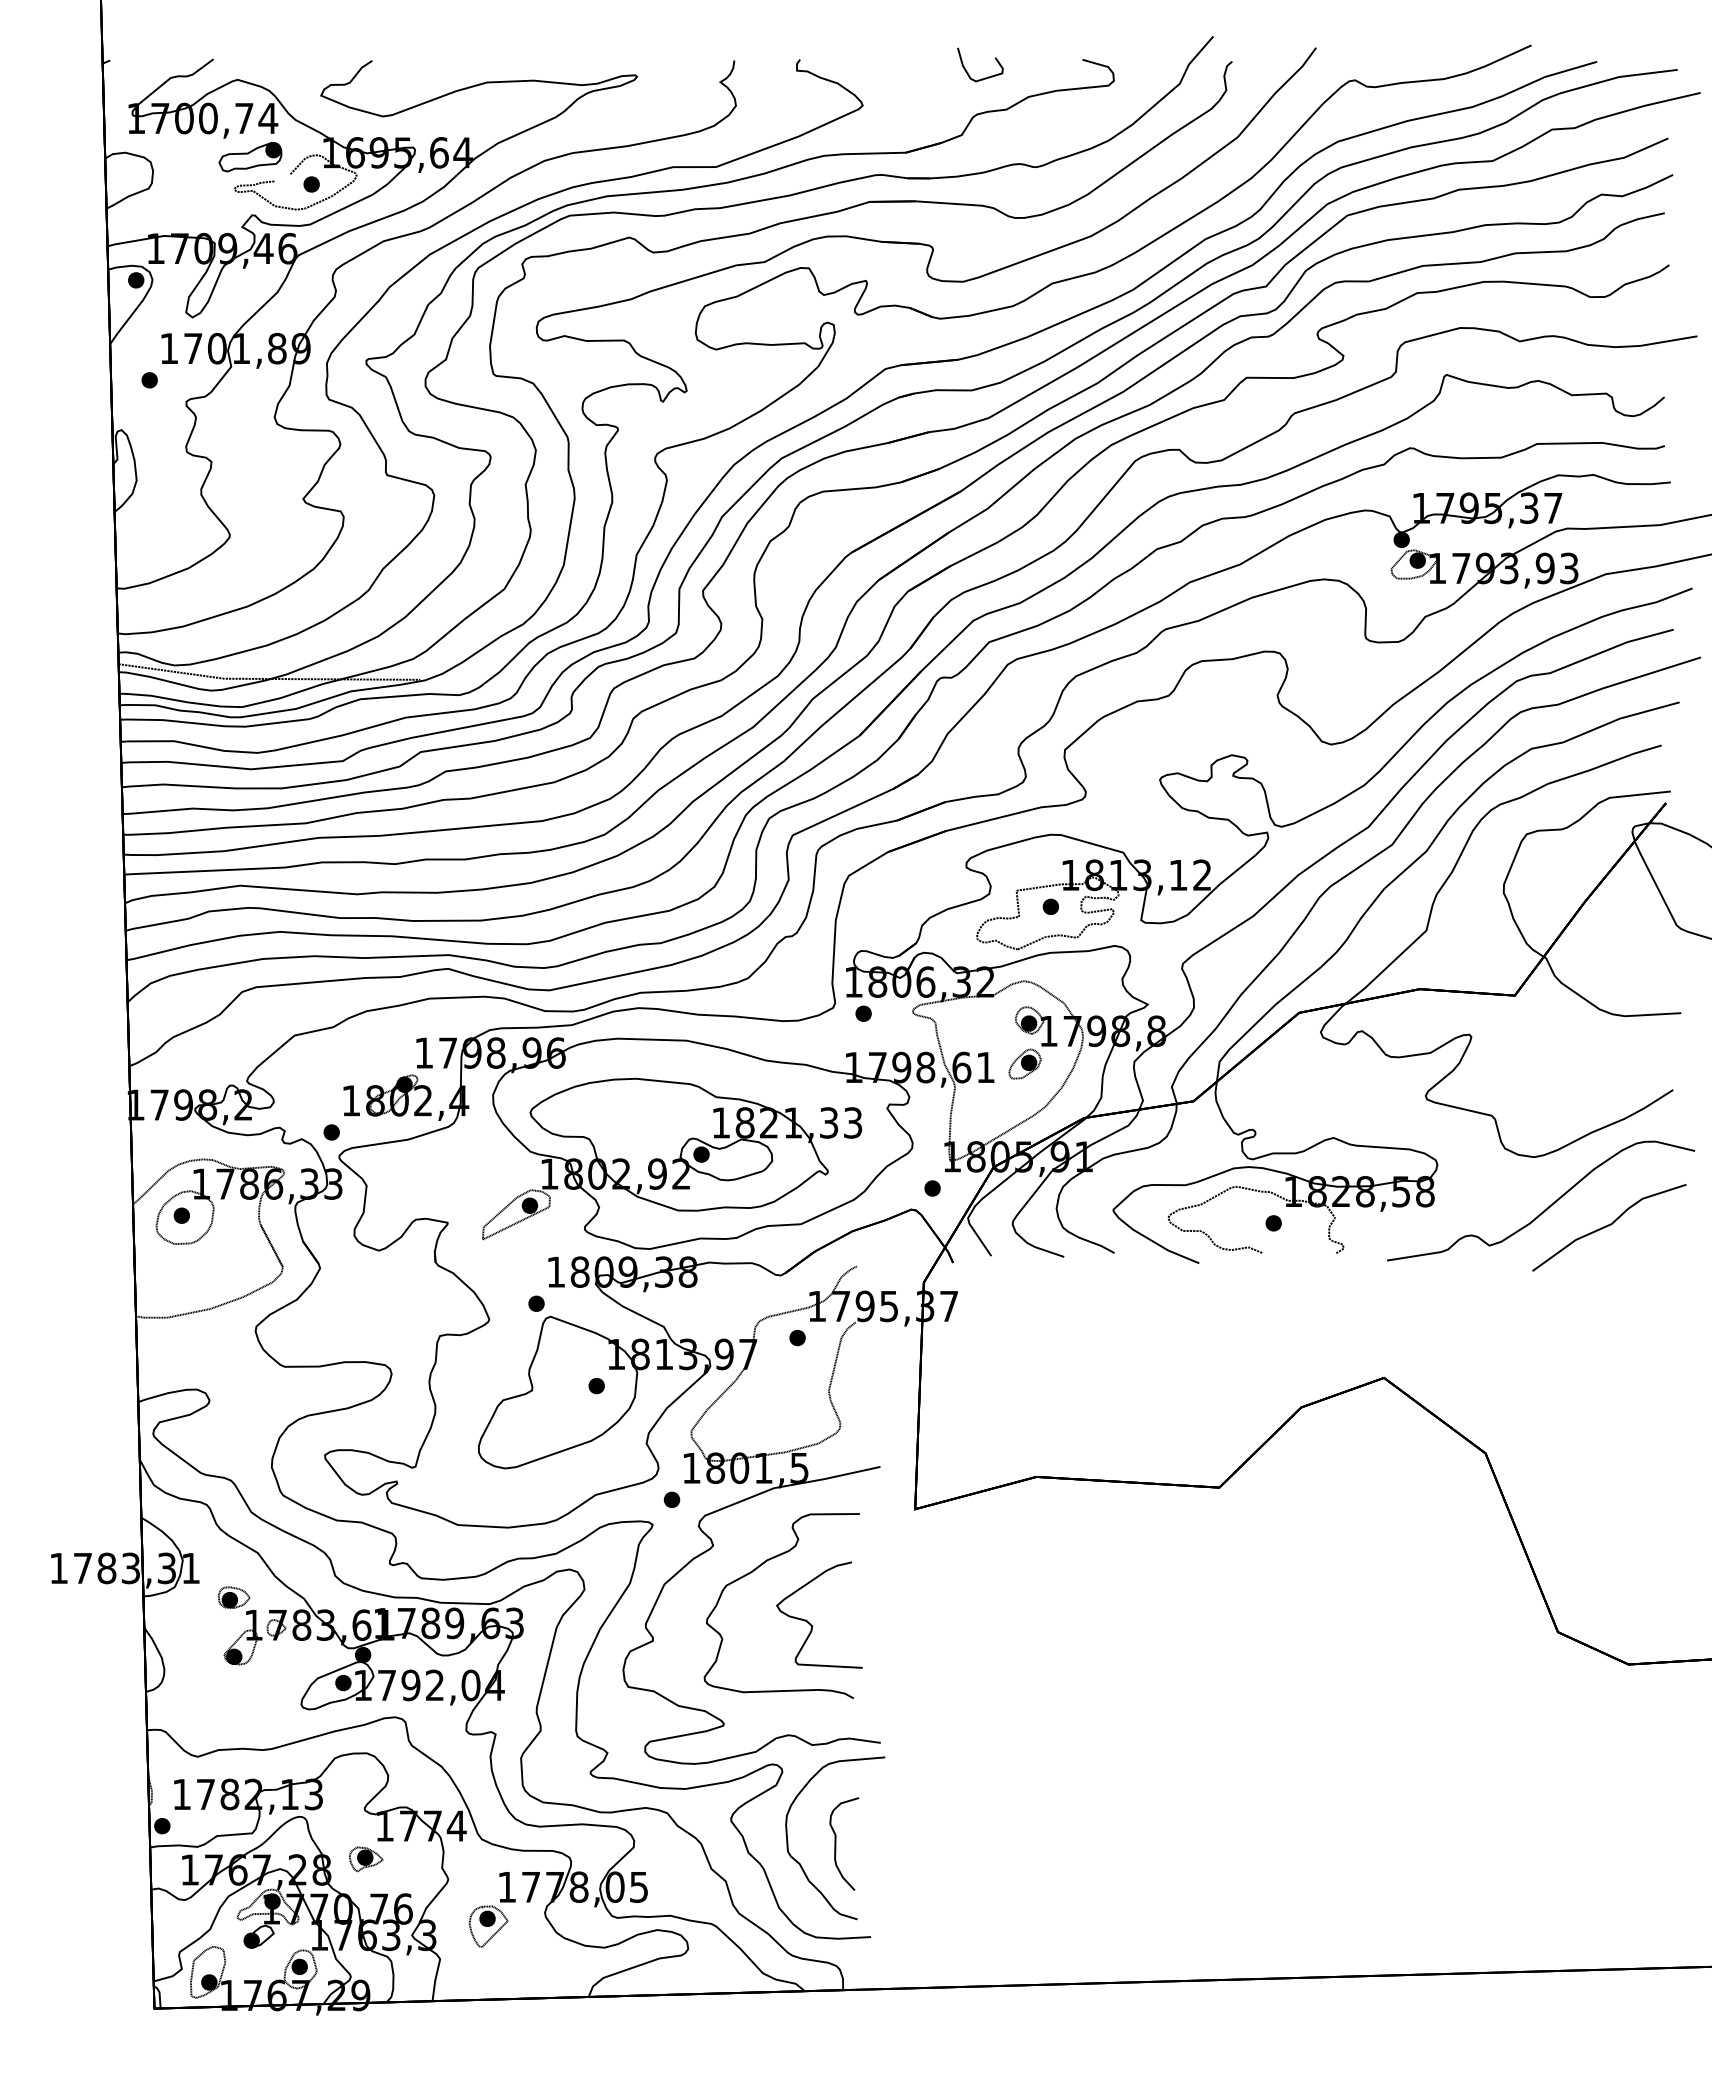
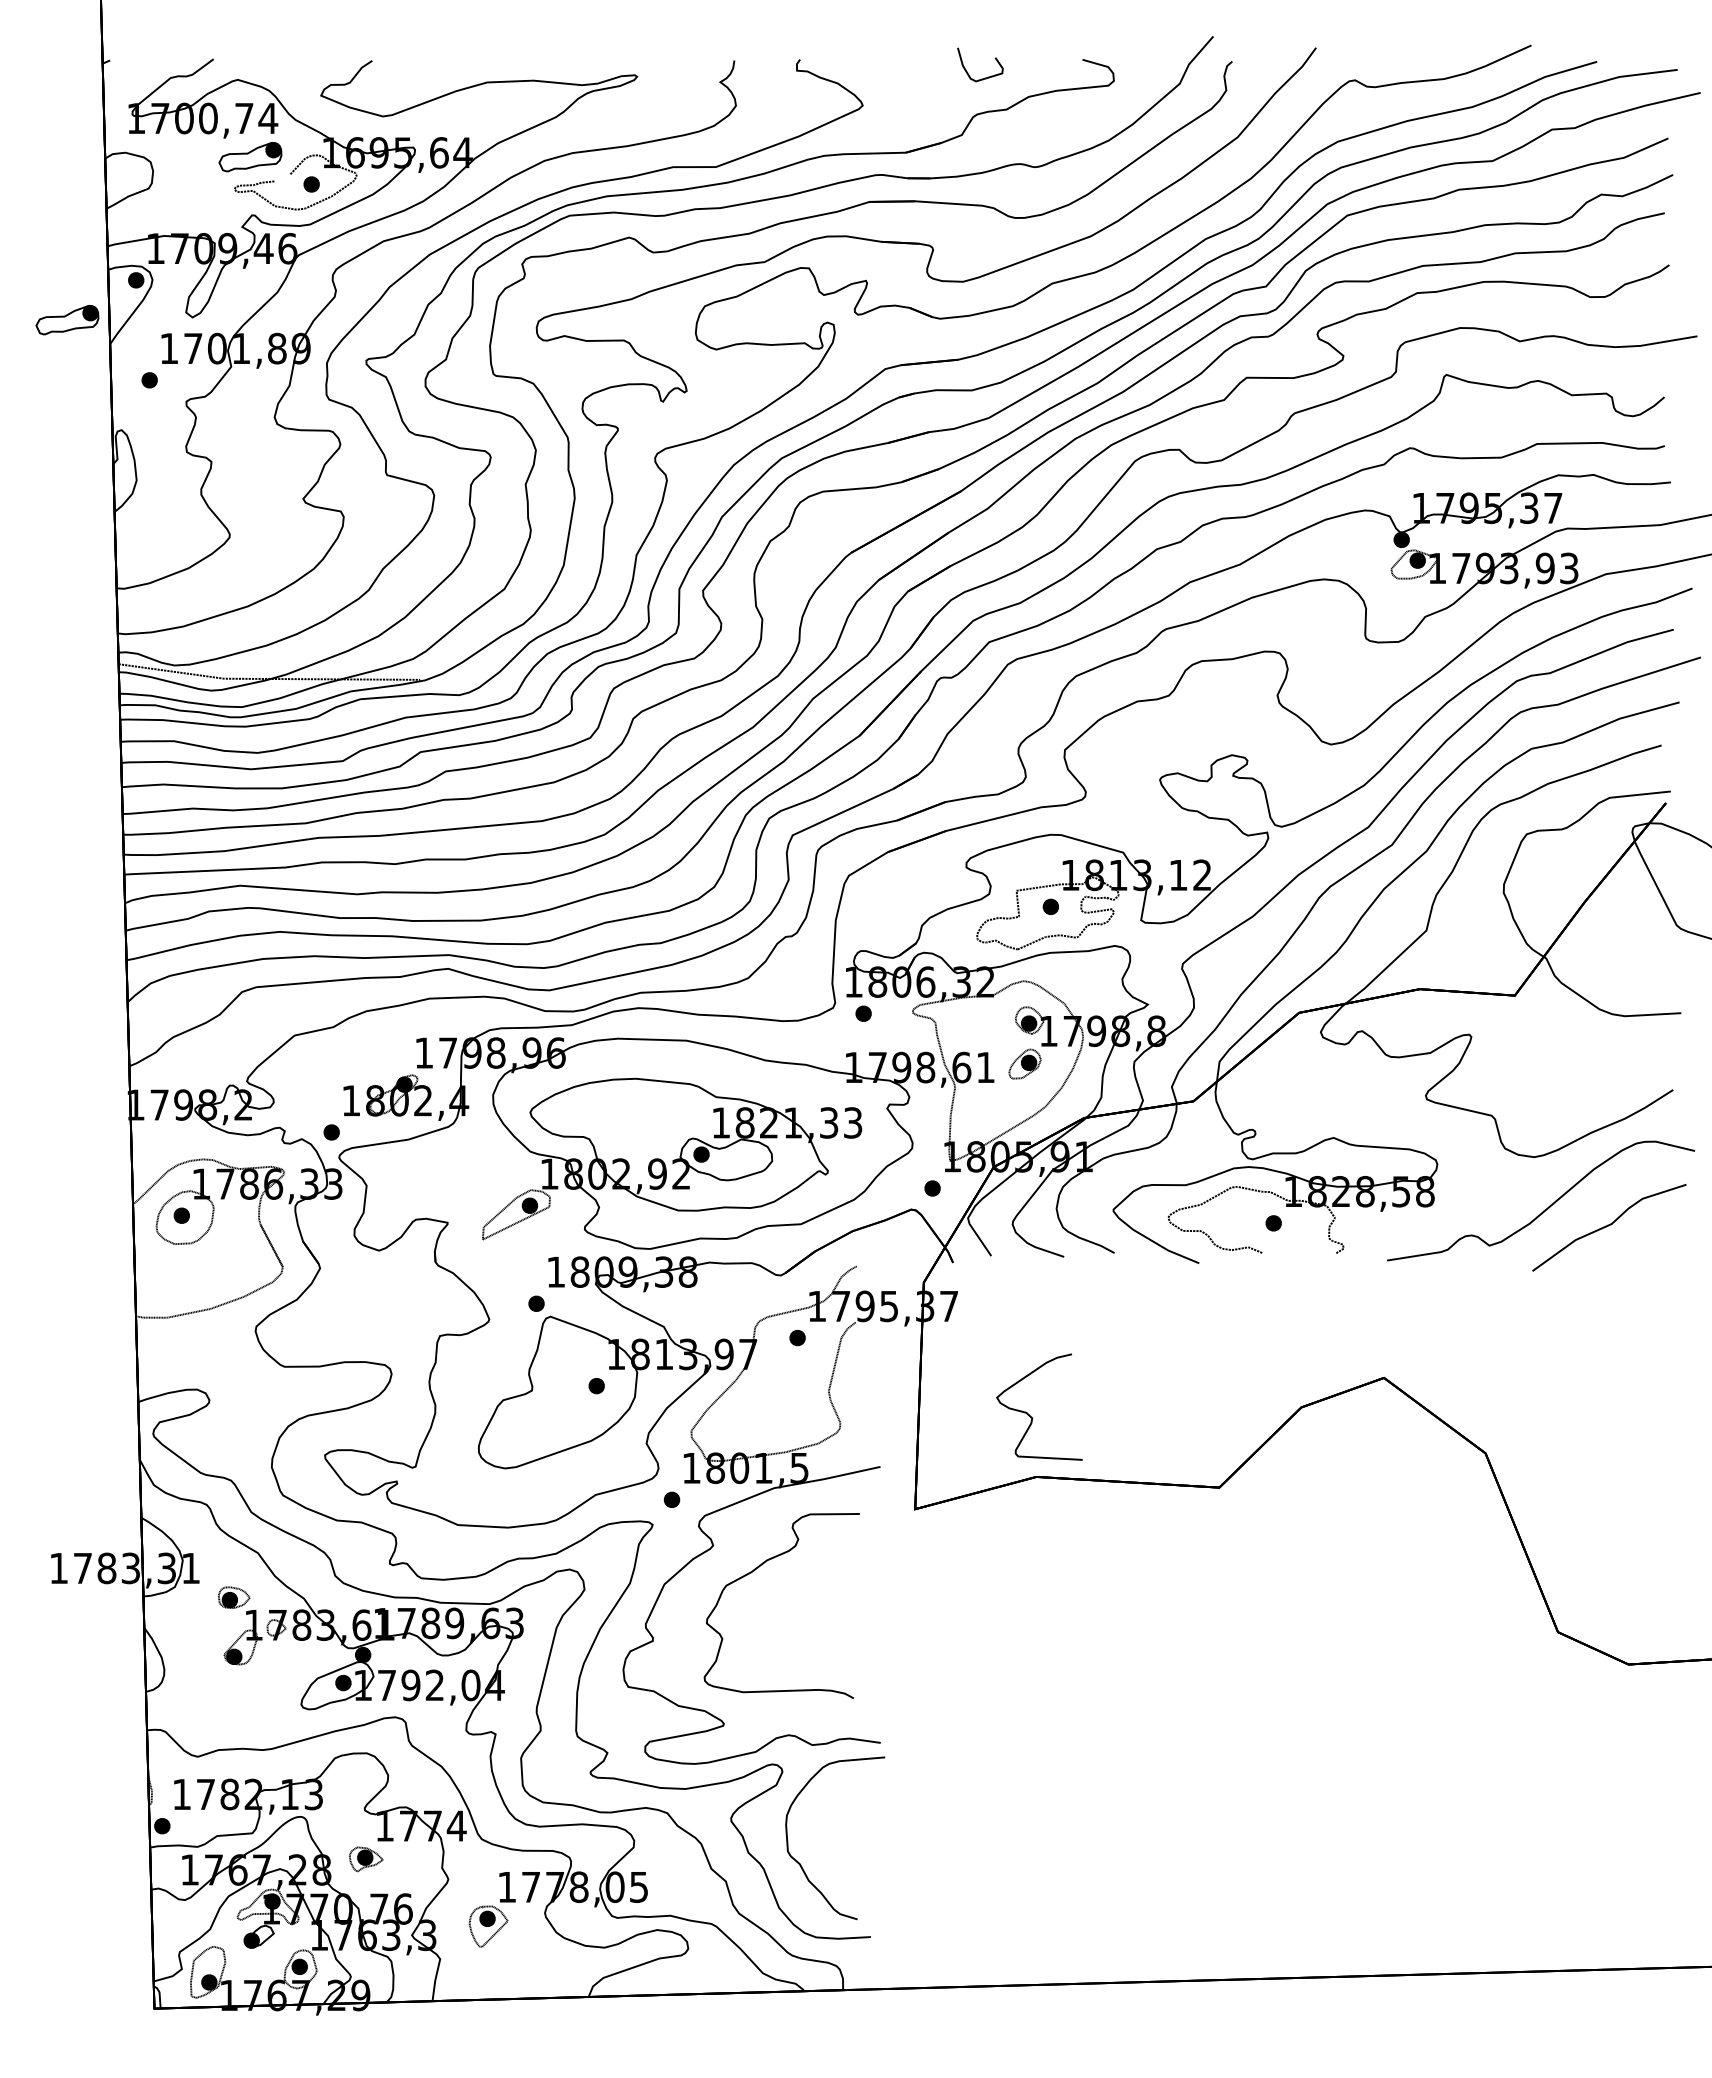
part at (67, 320): none -> present
curve at (810, 1623) position: (810, 1623) -> (1030, 1415)
curve at (836, 1843): present -> none
